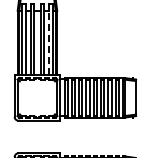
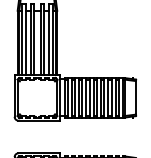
line at (48, 42): dashed -> solid
